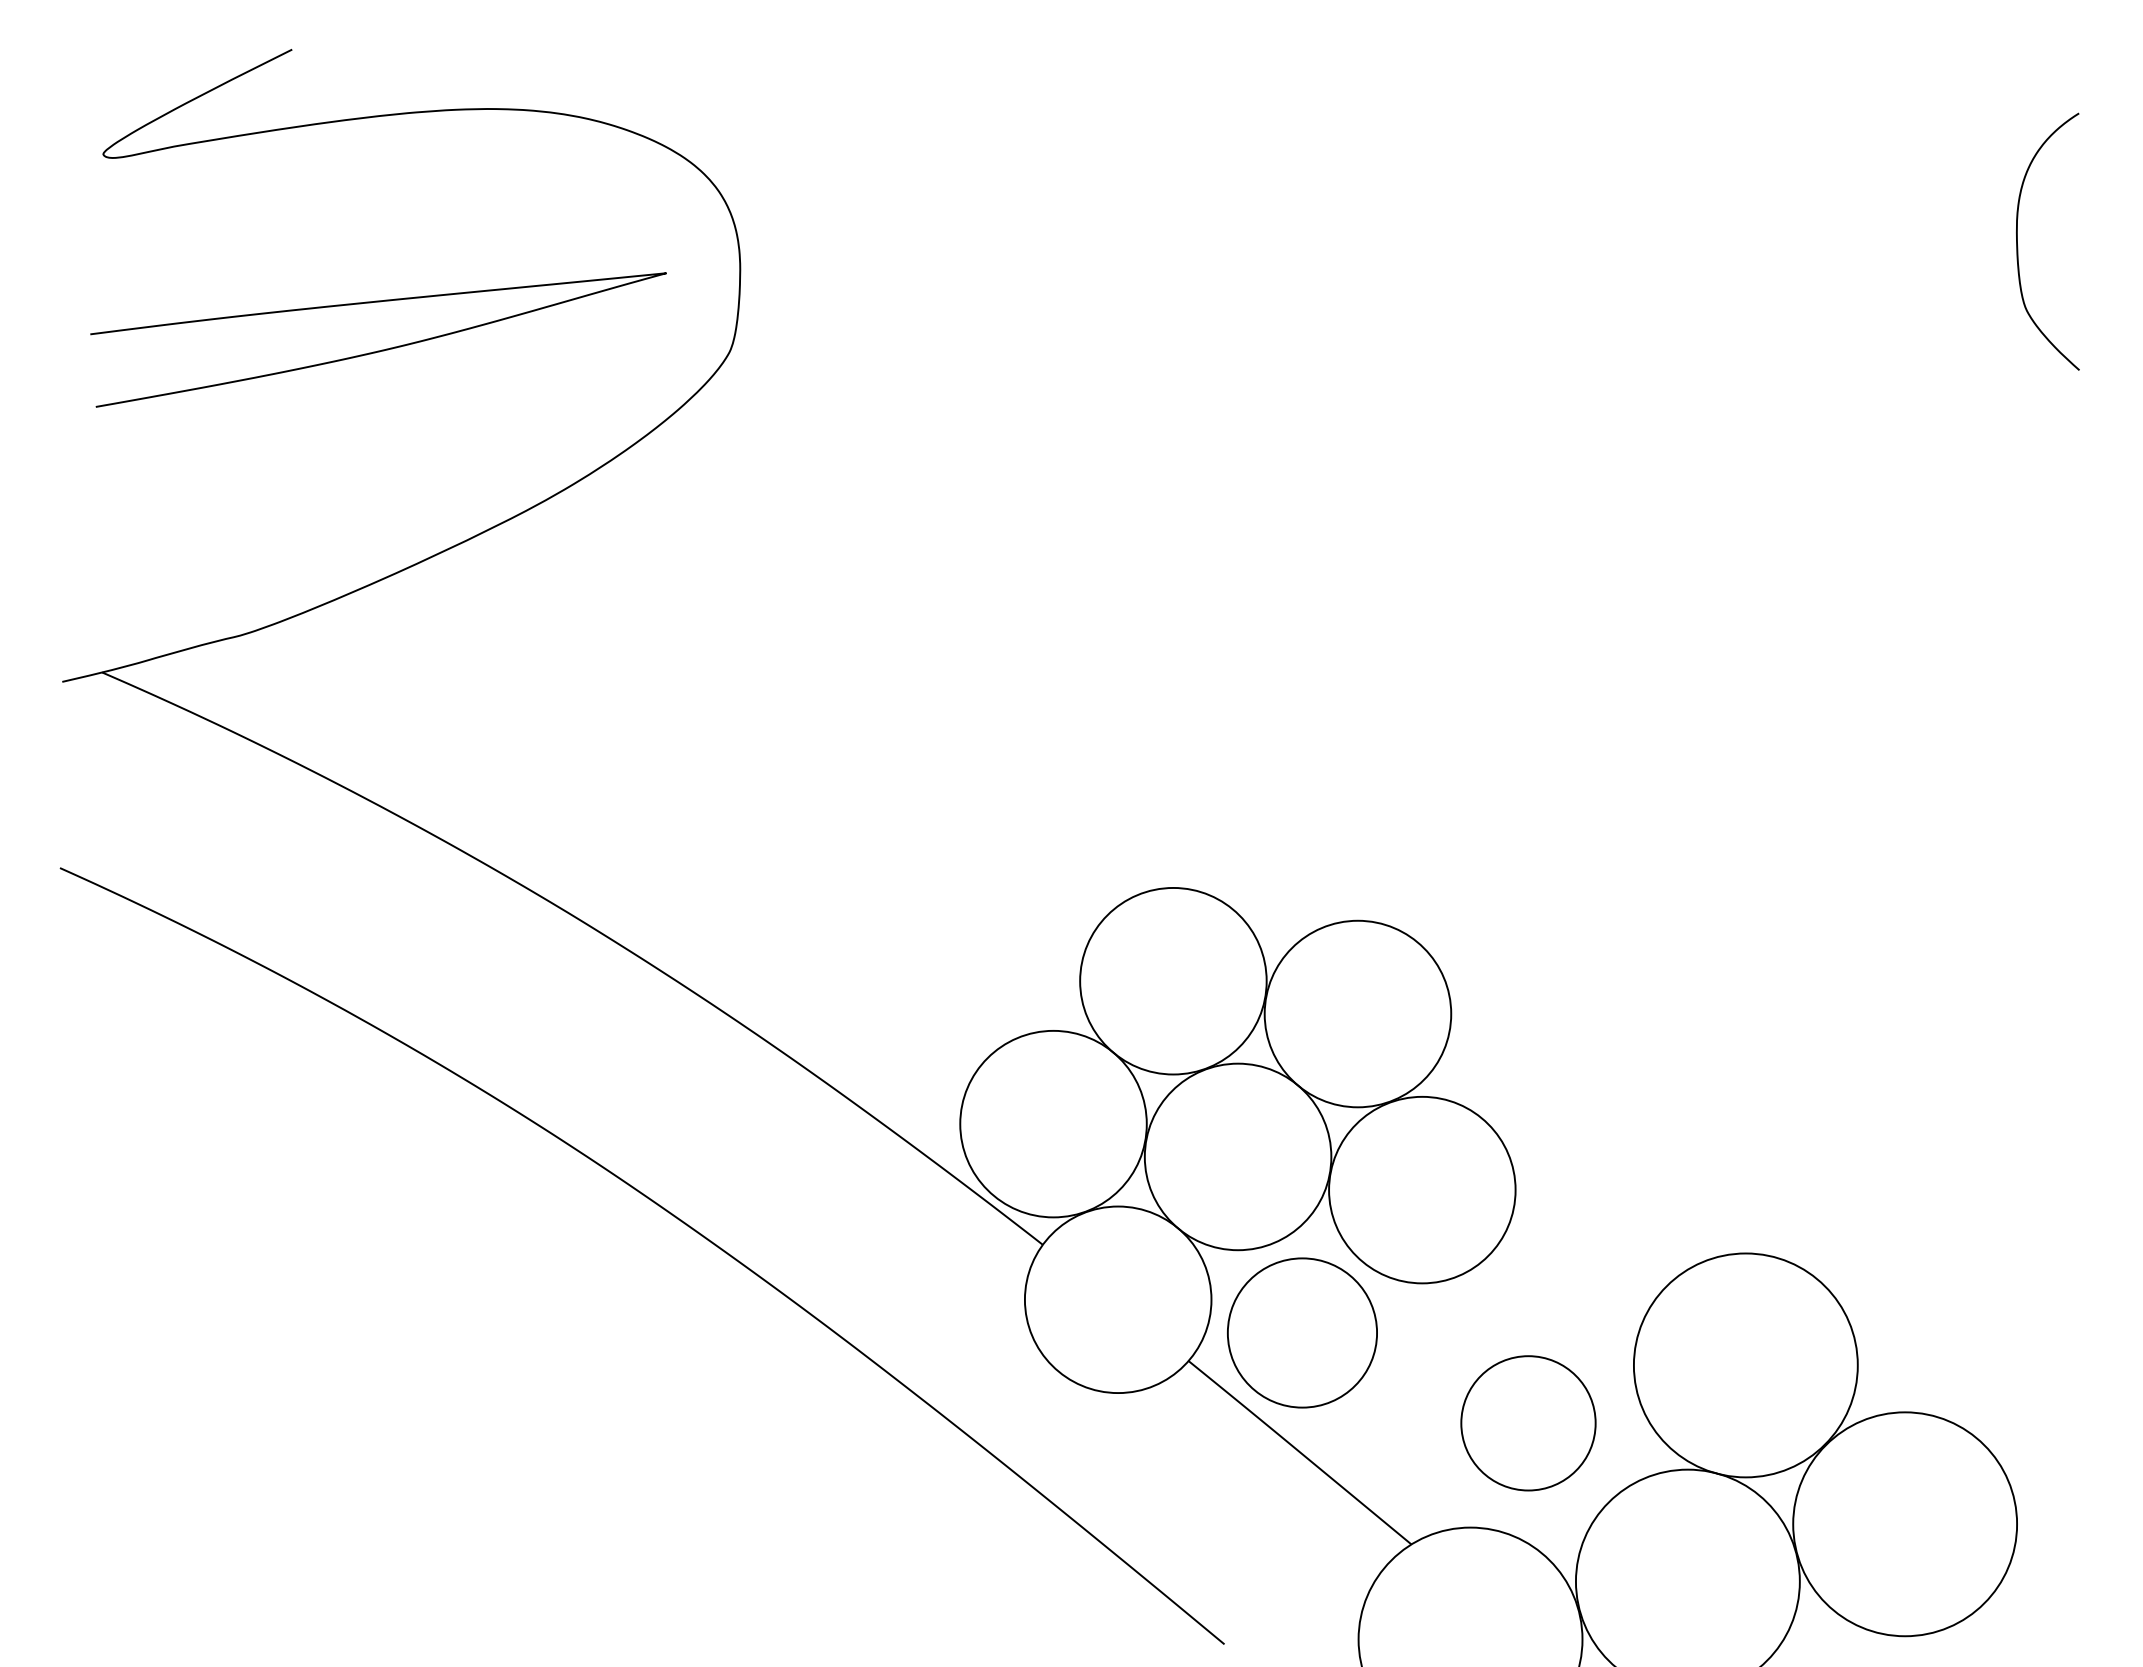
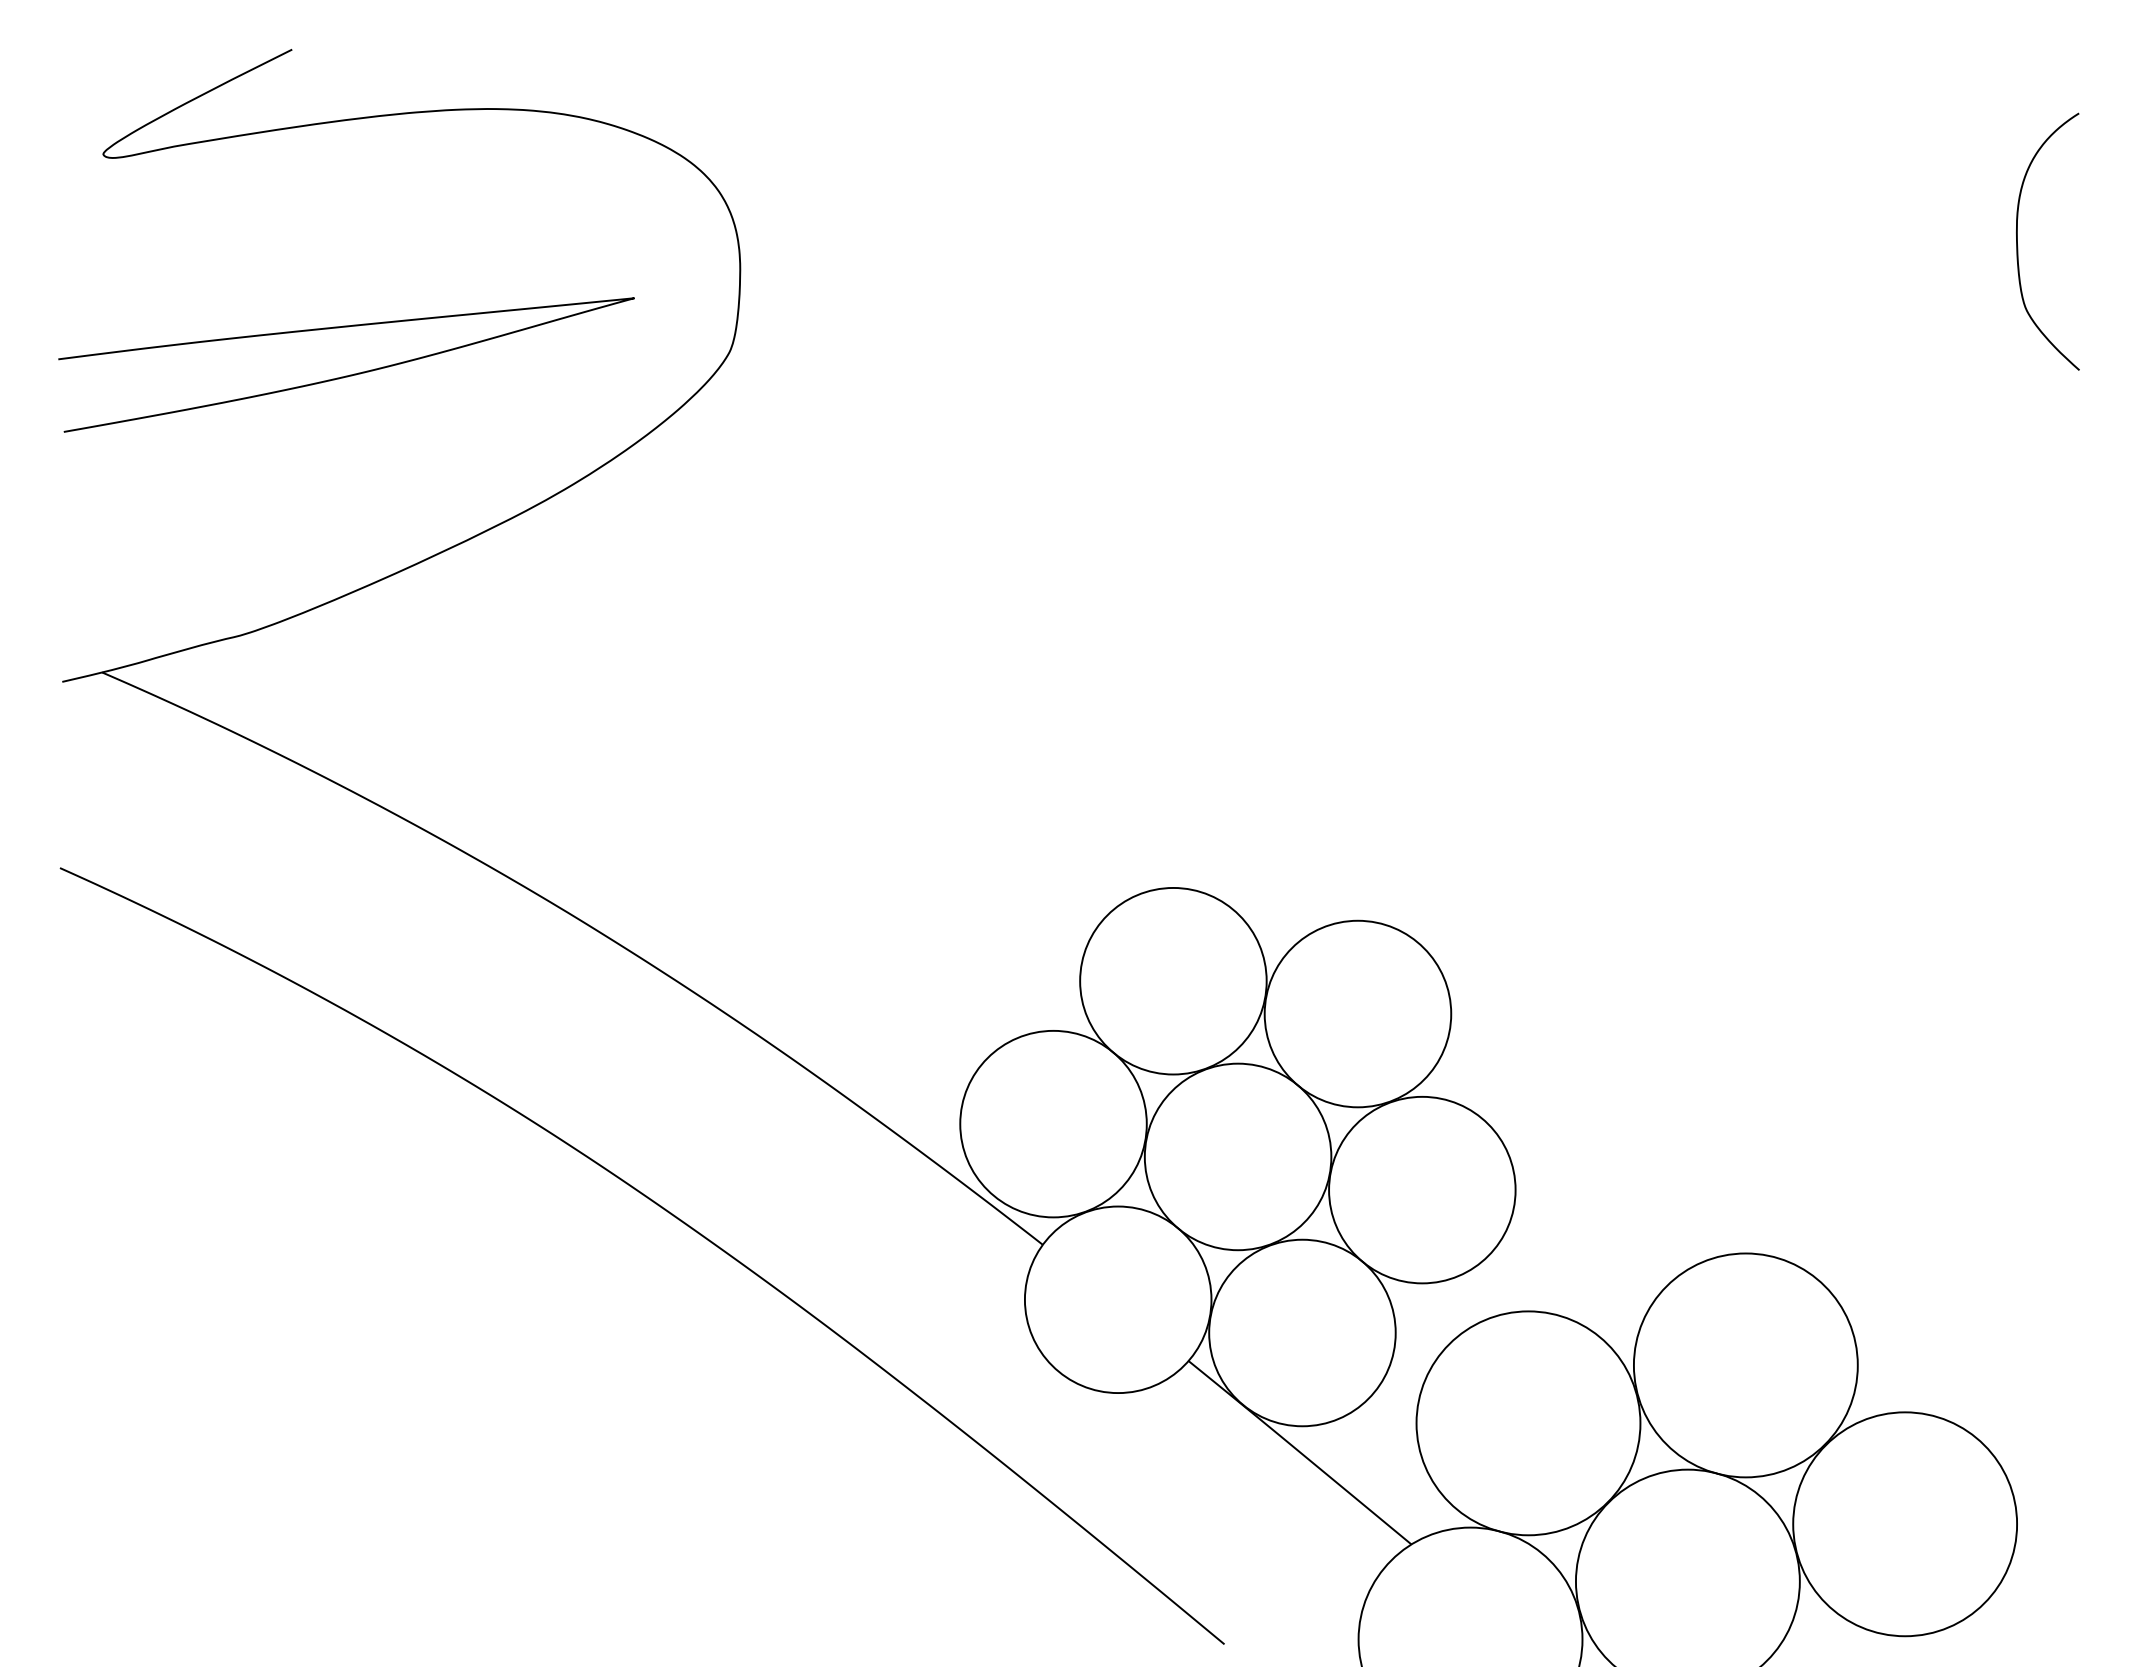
curve at (382, 349) position: (382, 349) -> (350, 374)
circle at (1302, 1332) diameter: 149 px -> 187 px
circle at (1528, 1423) diameter: 134 px -> 224 px
